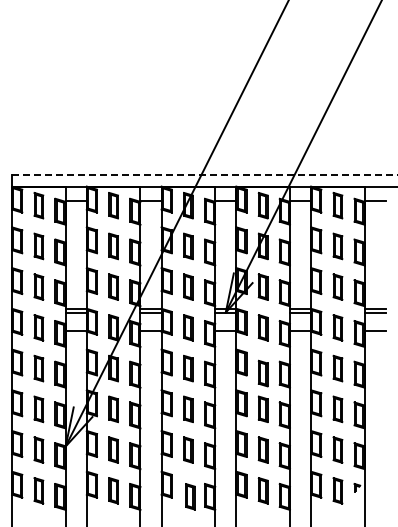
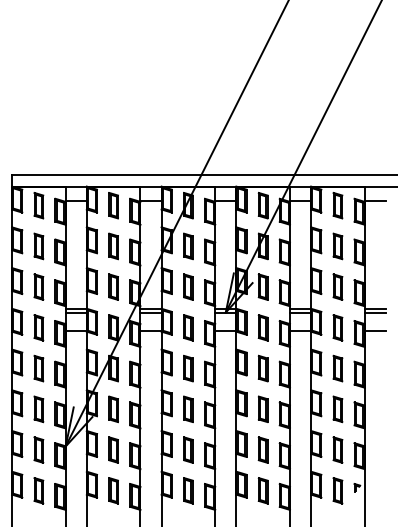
line at (205, 174): dashed -> solid
part at (262, 373) position: (262, 373) -> (262, 368)
part at (190, 496) position: (190, 496) -> (188, 490)
